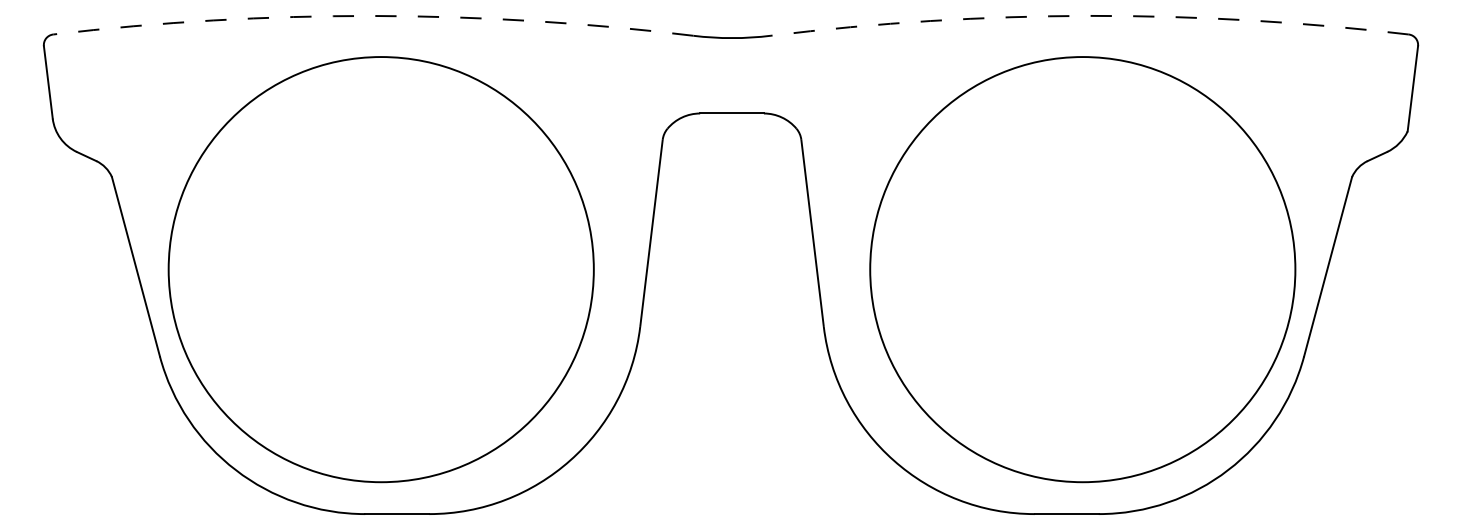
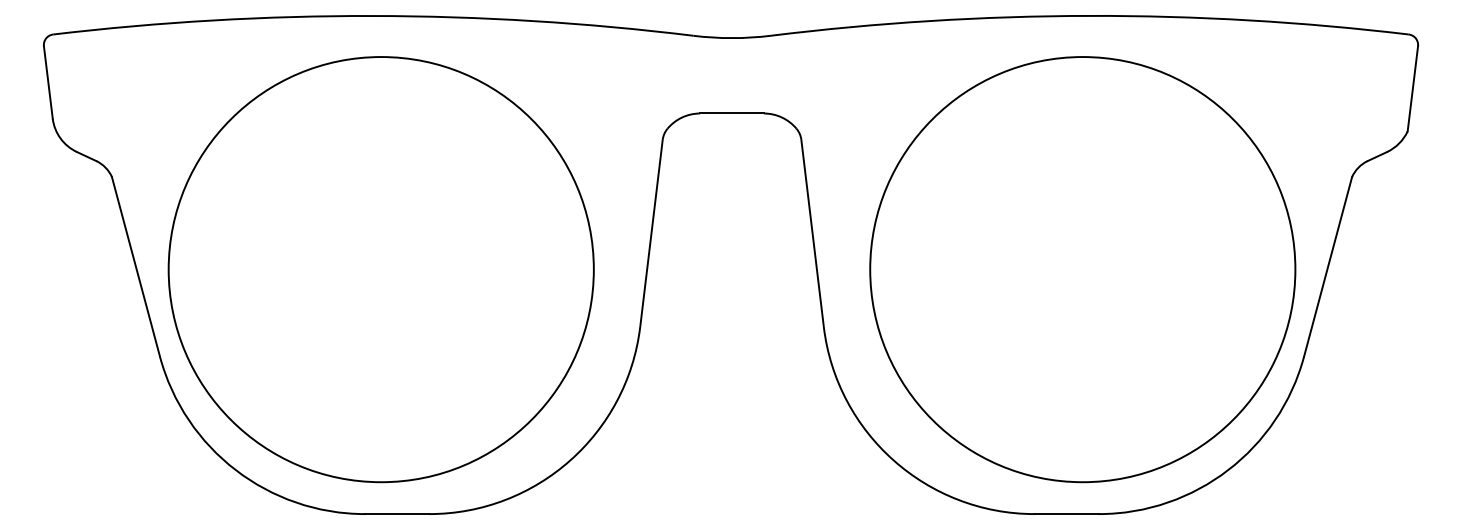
arc at (373, 15): dashed -> solid
arc at (1089, 15): dashed -> solid
